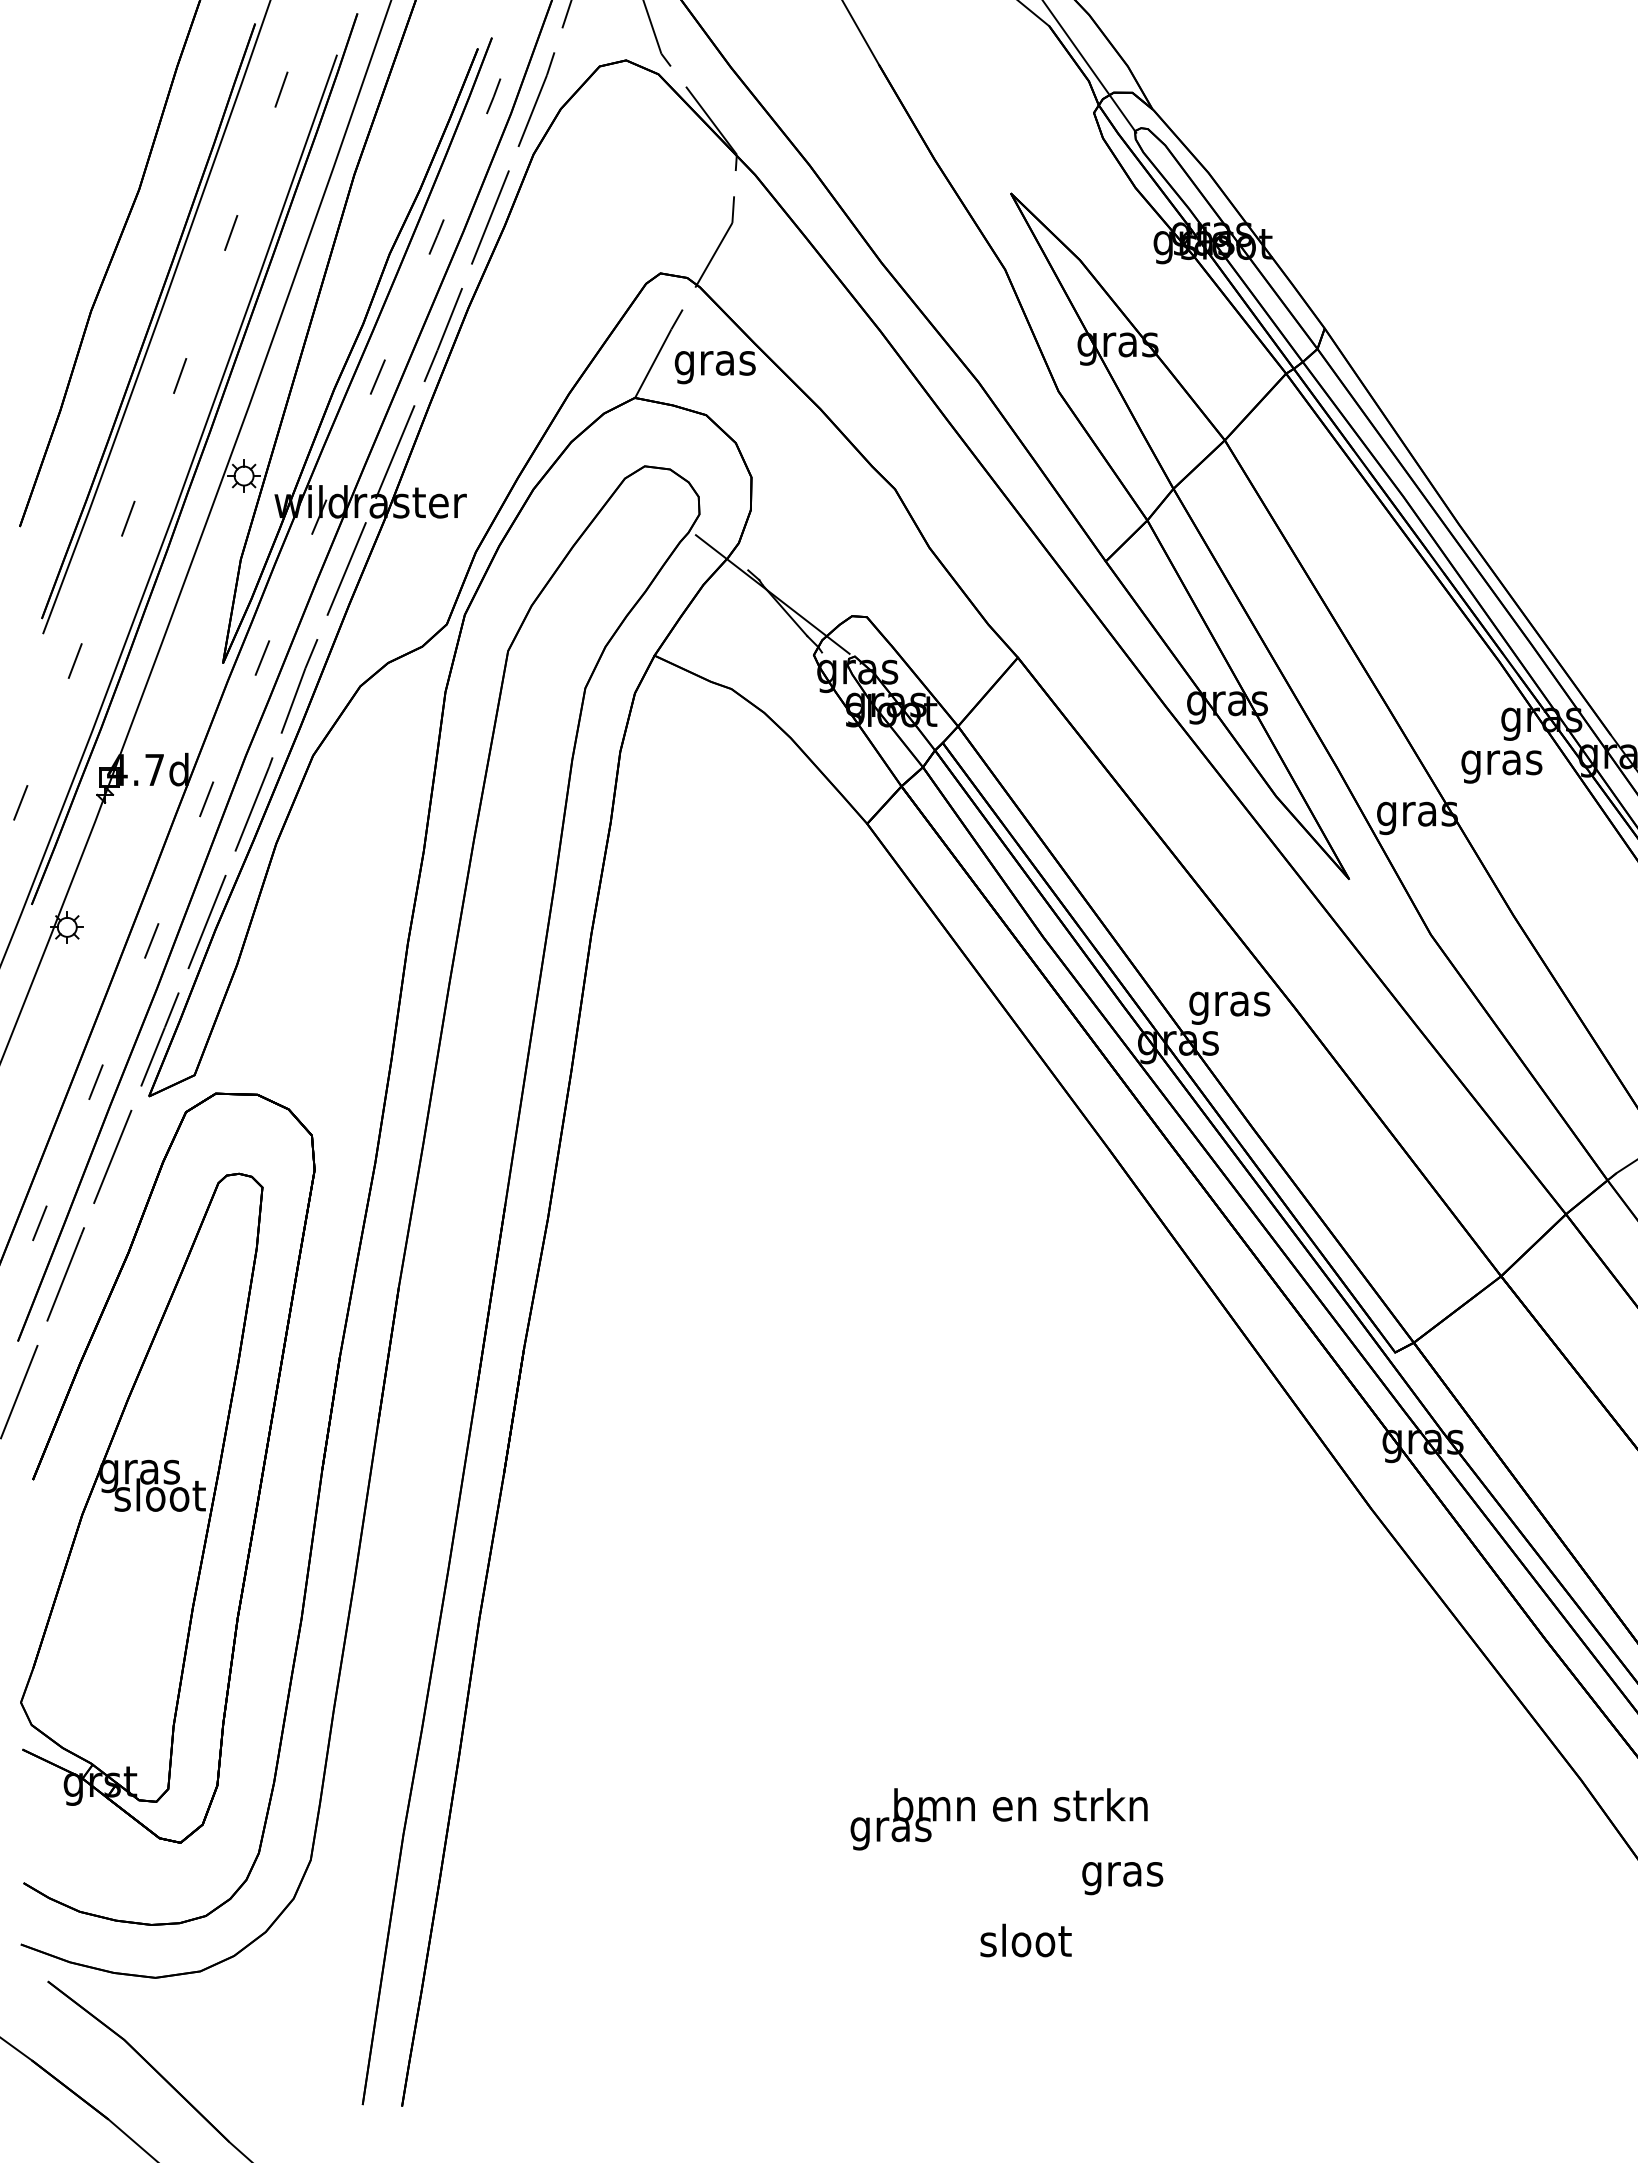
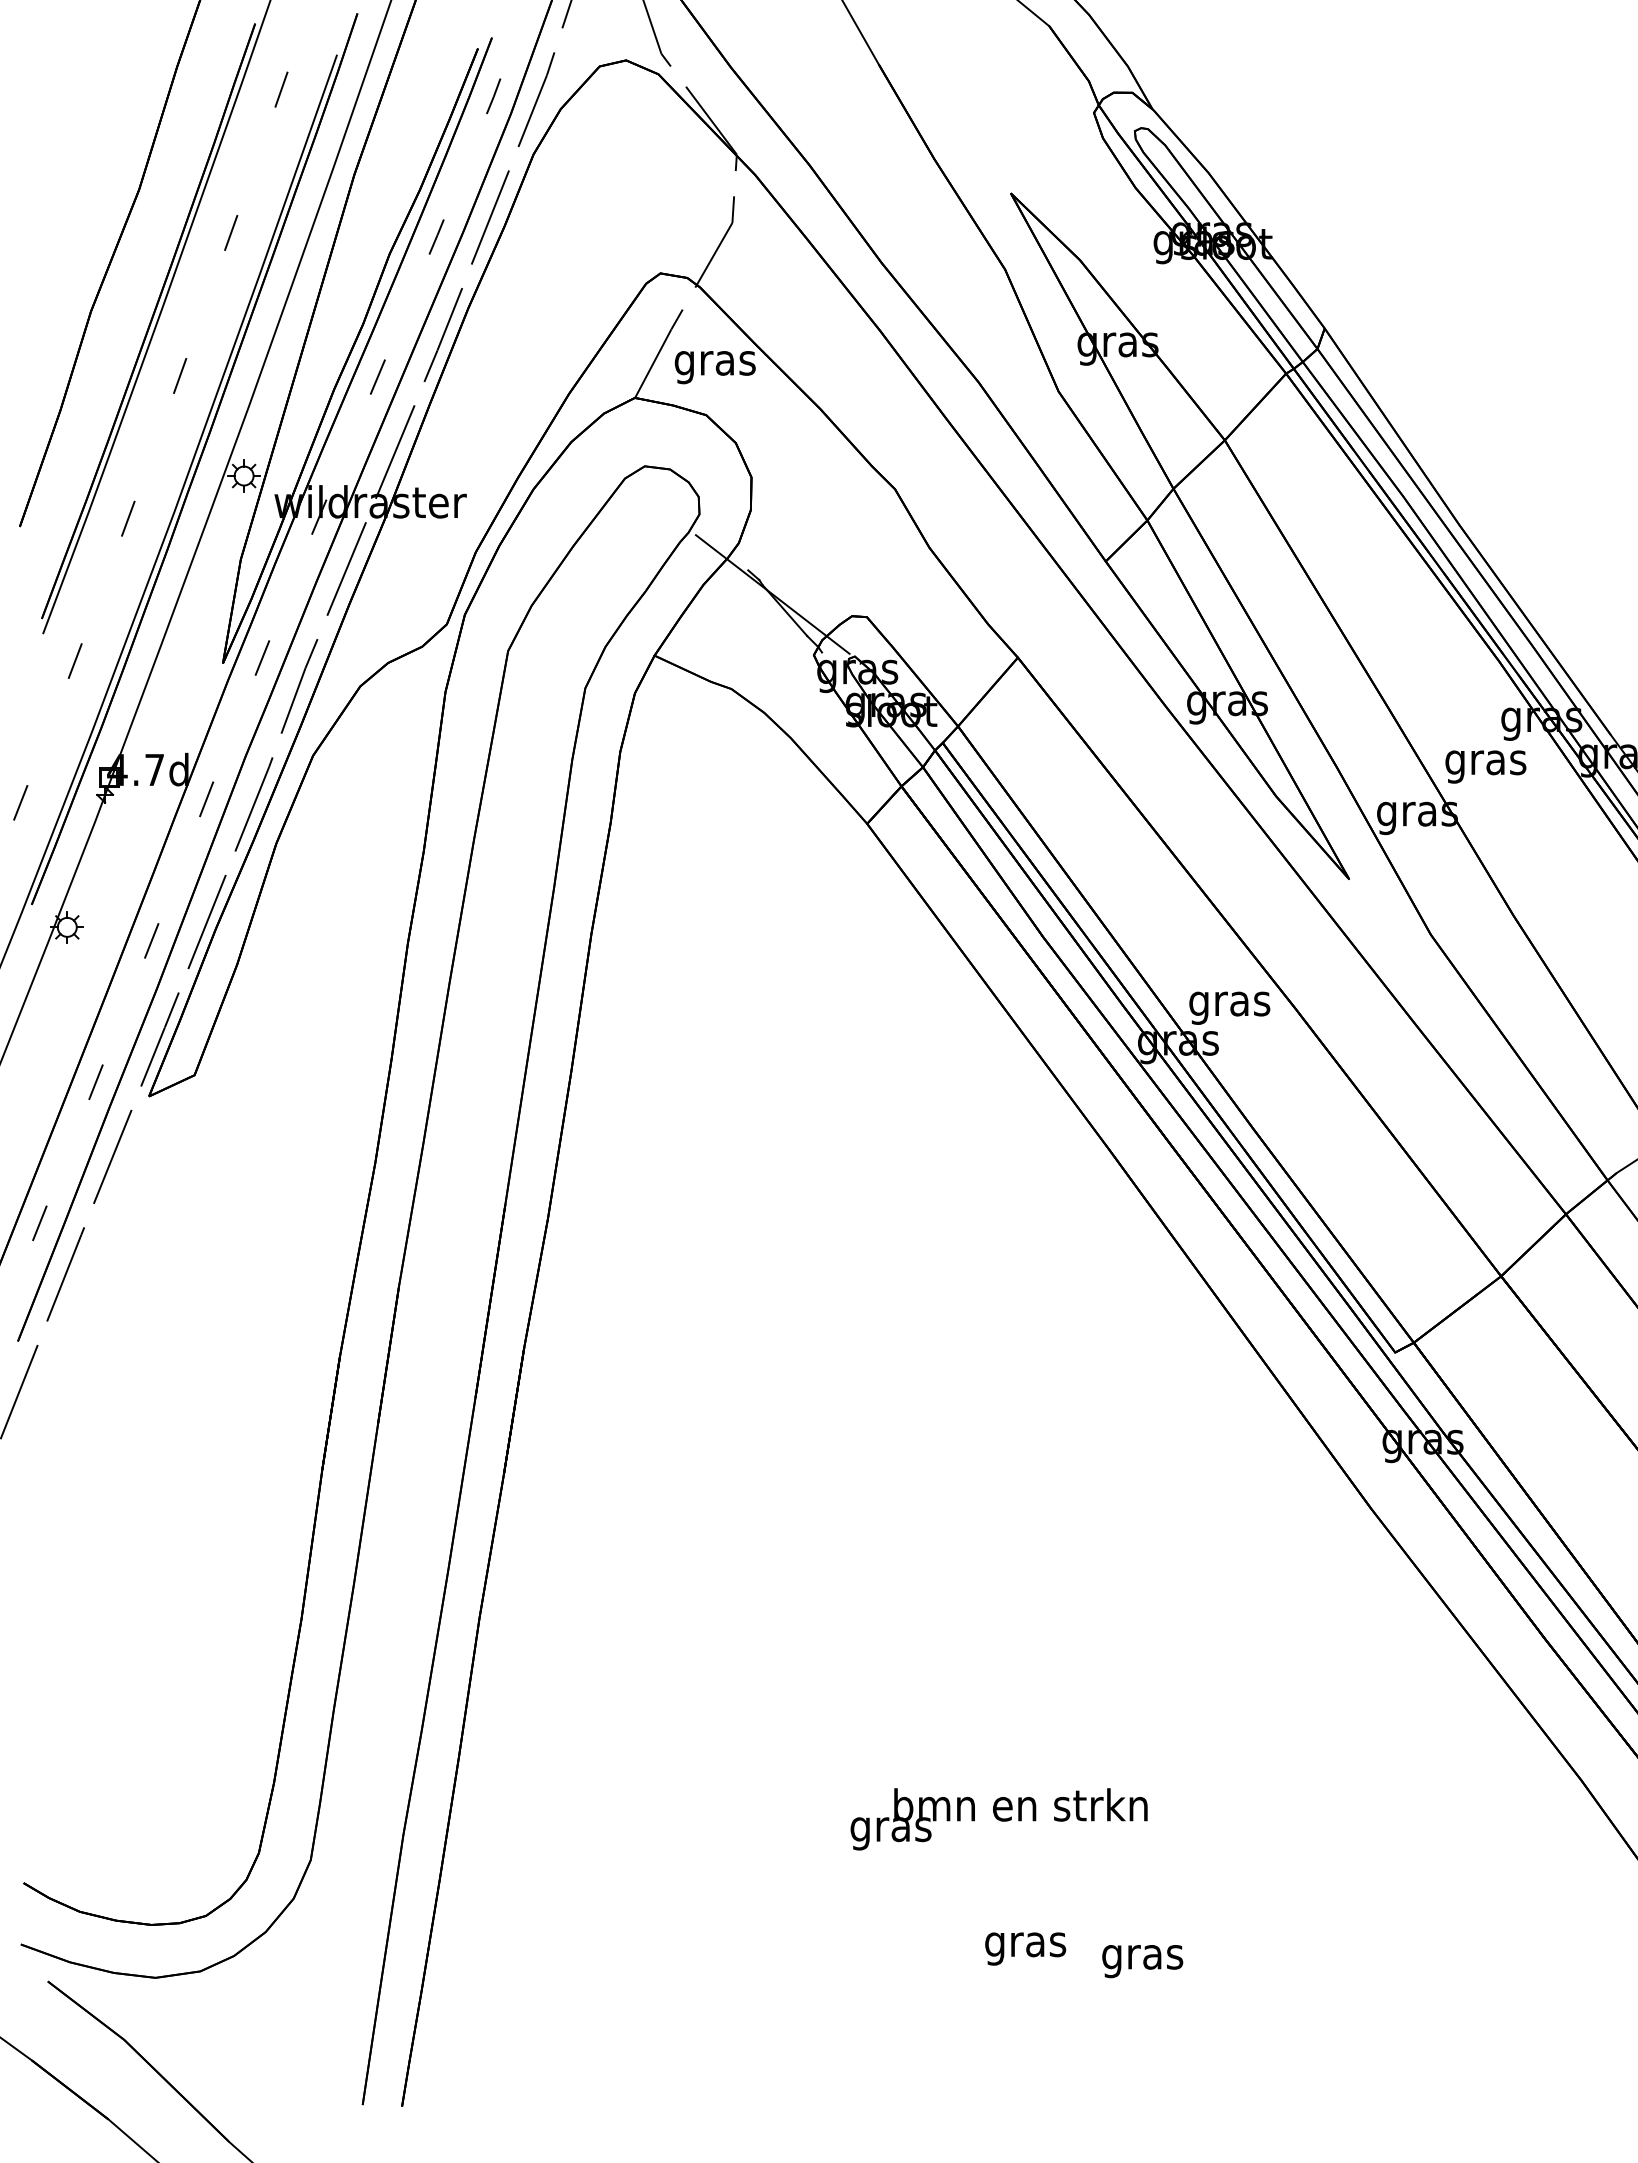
line at (1090, 67): present -> none
text at (1501, 766) position: (1501, 766) -> (1485, 766)
part at (167, 1467): present -> none
text at (1122, 1878) position: (1122, 1878) -> (1142, 1961)
text at (1025, 1944): sloot -> gras
